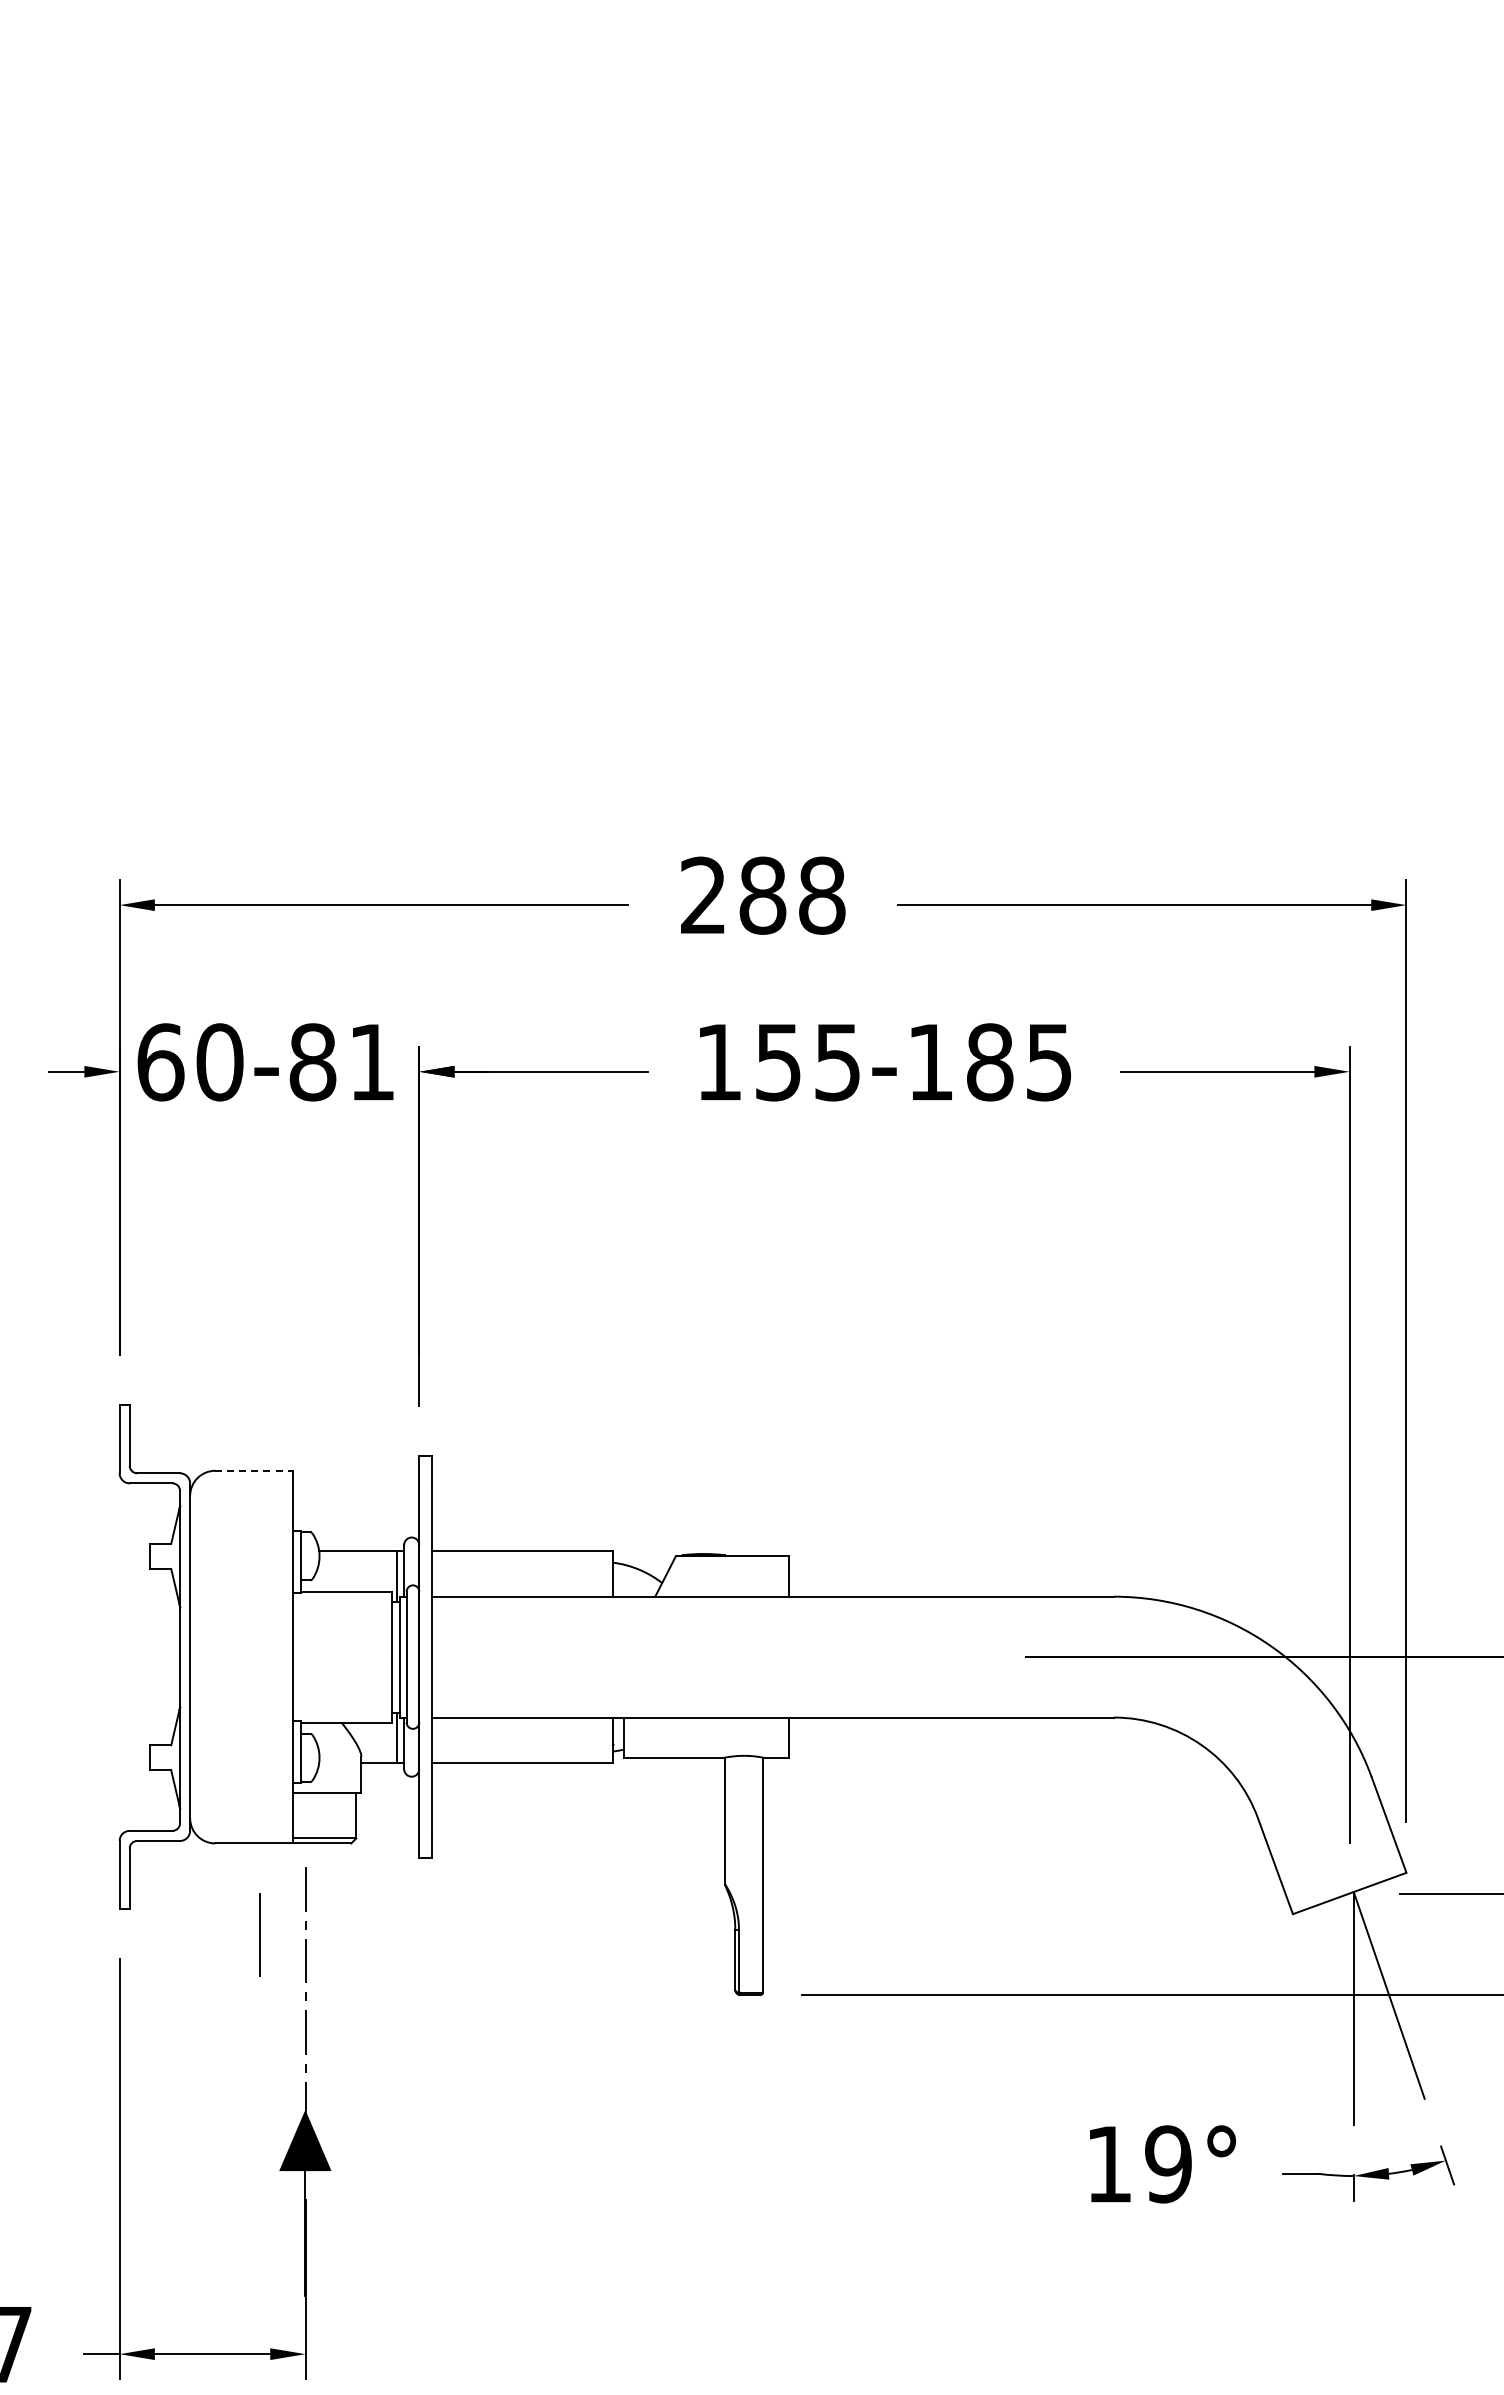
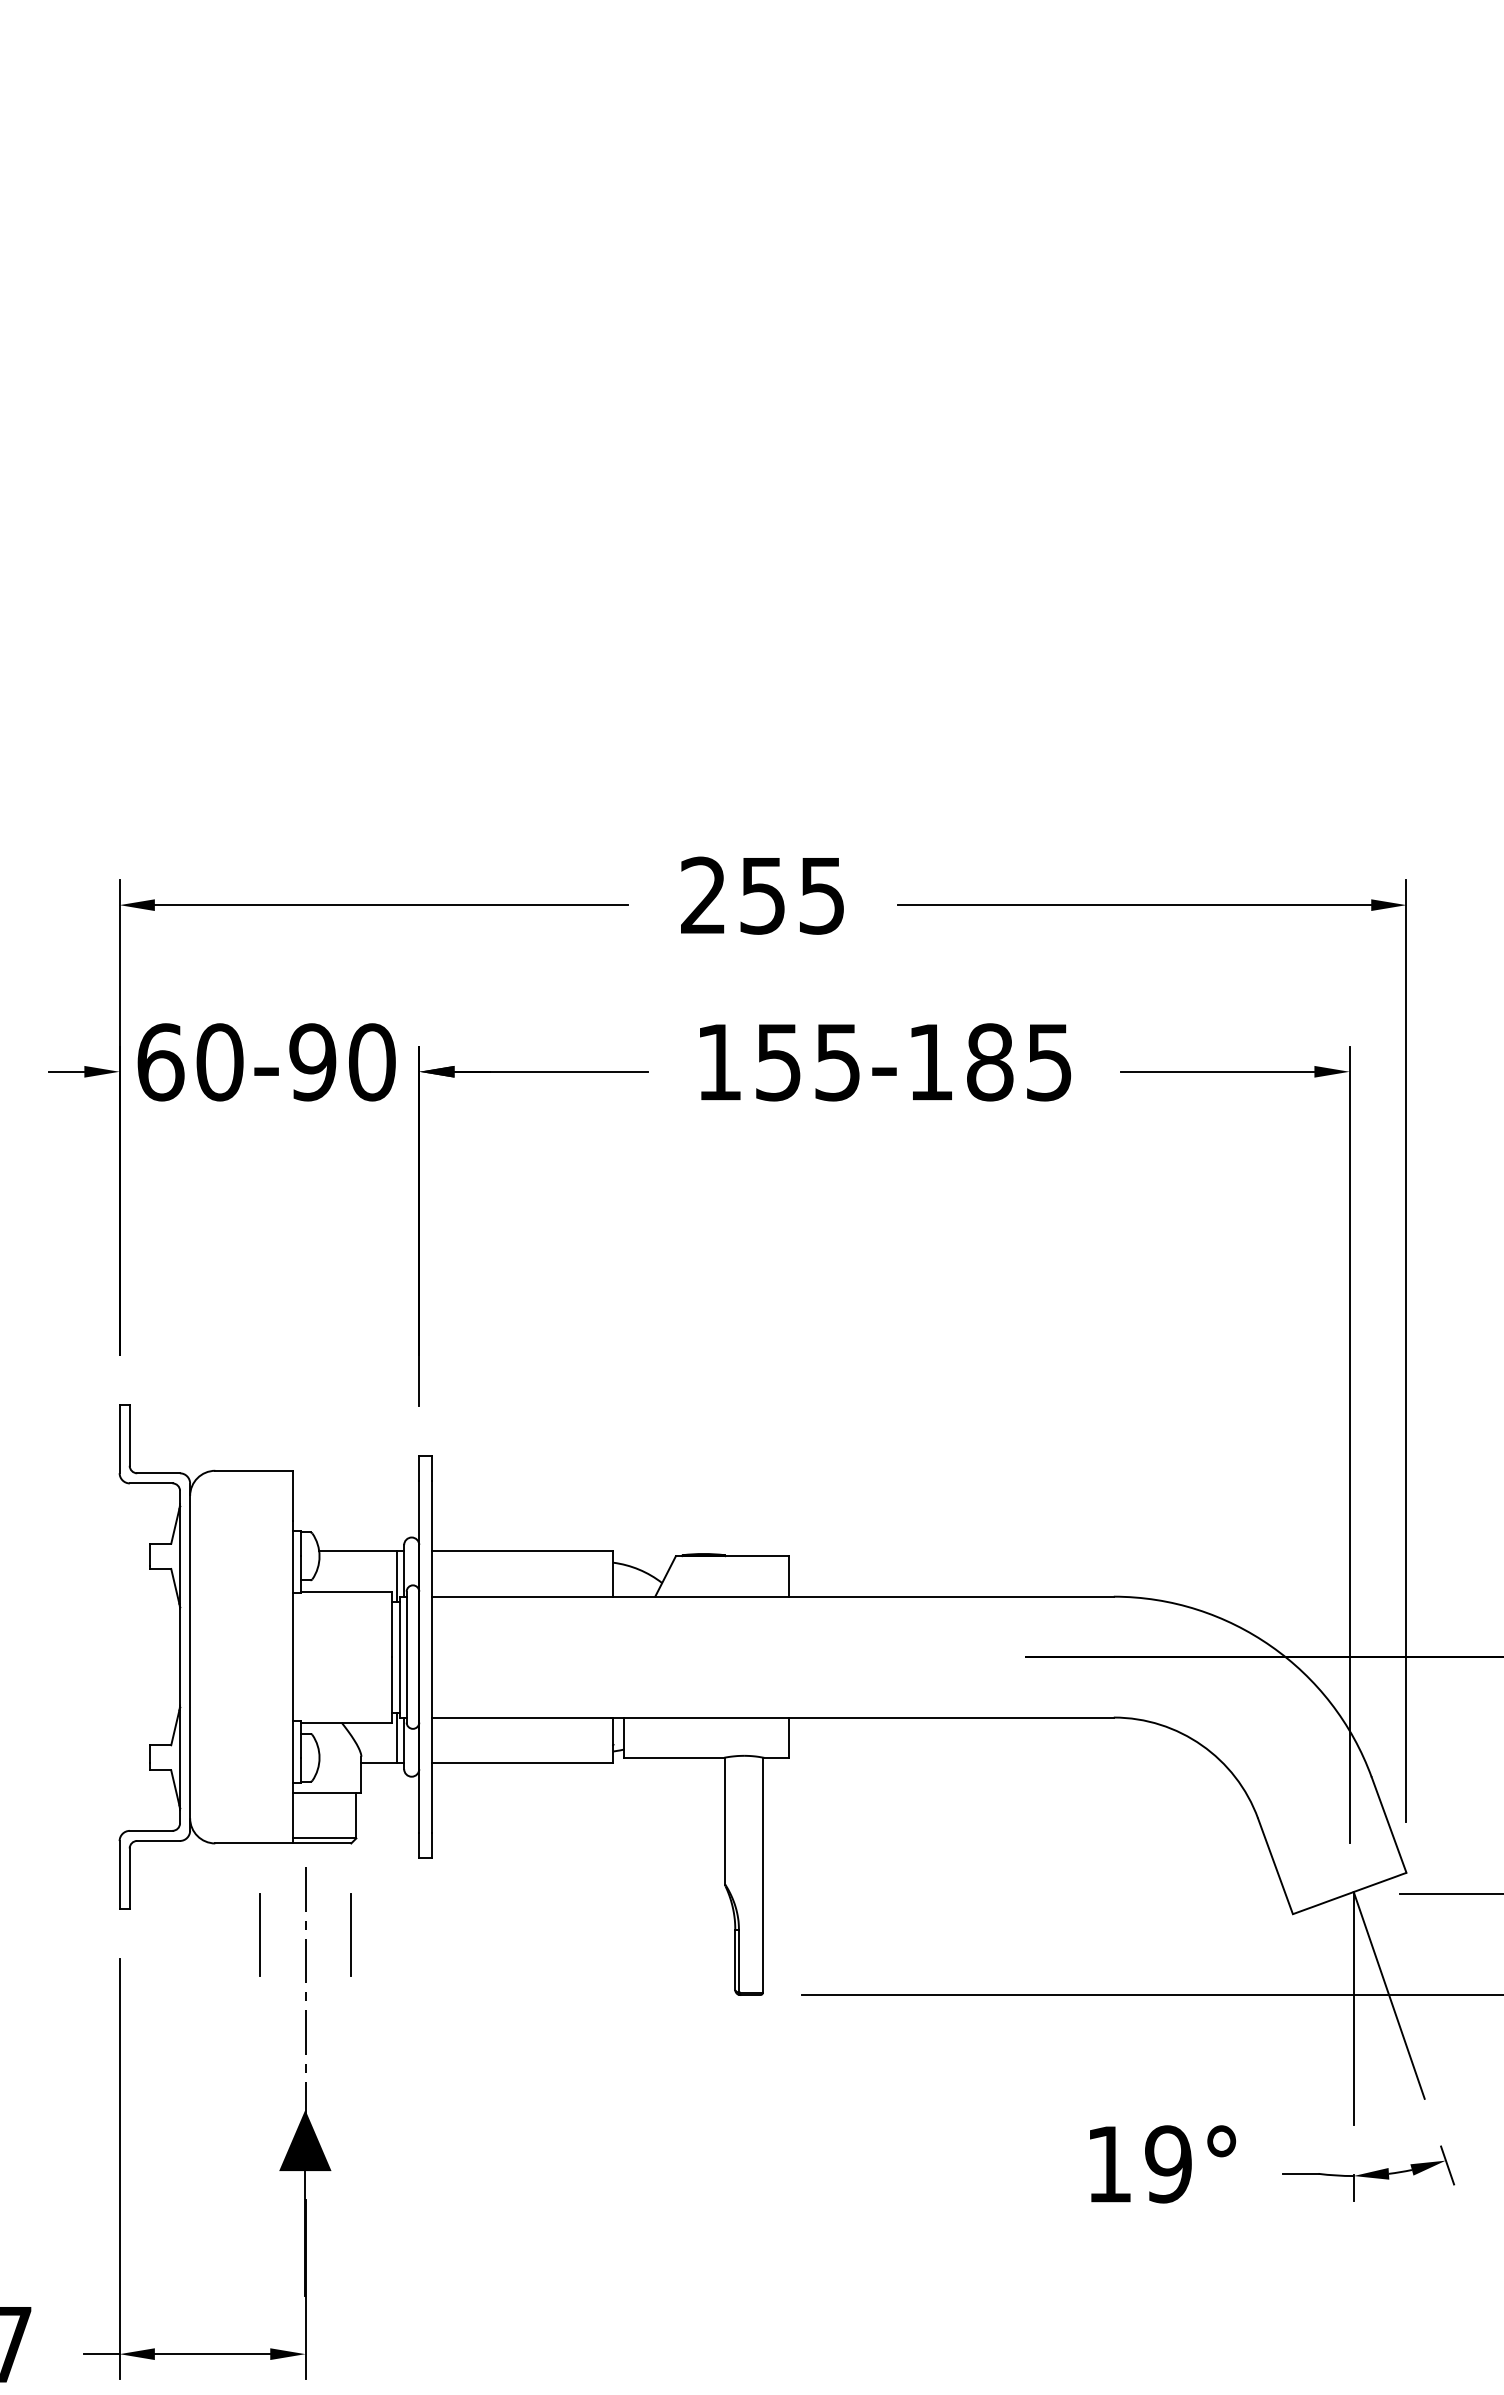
text at (792, 895): 288 -> 255
text at (342, 1062): 60-81 -> 60-90
line at (254, 1470): dashed -> solid
line at (350, 1934): none -> present
